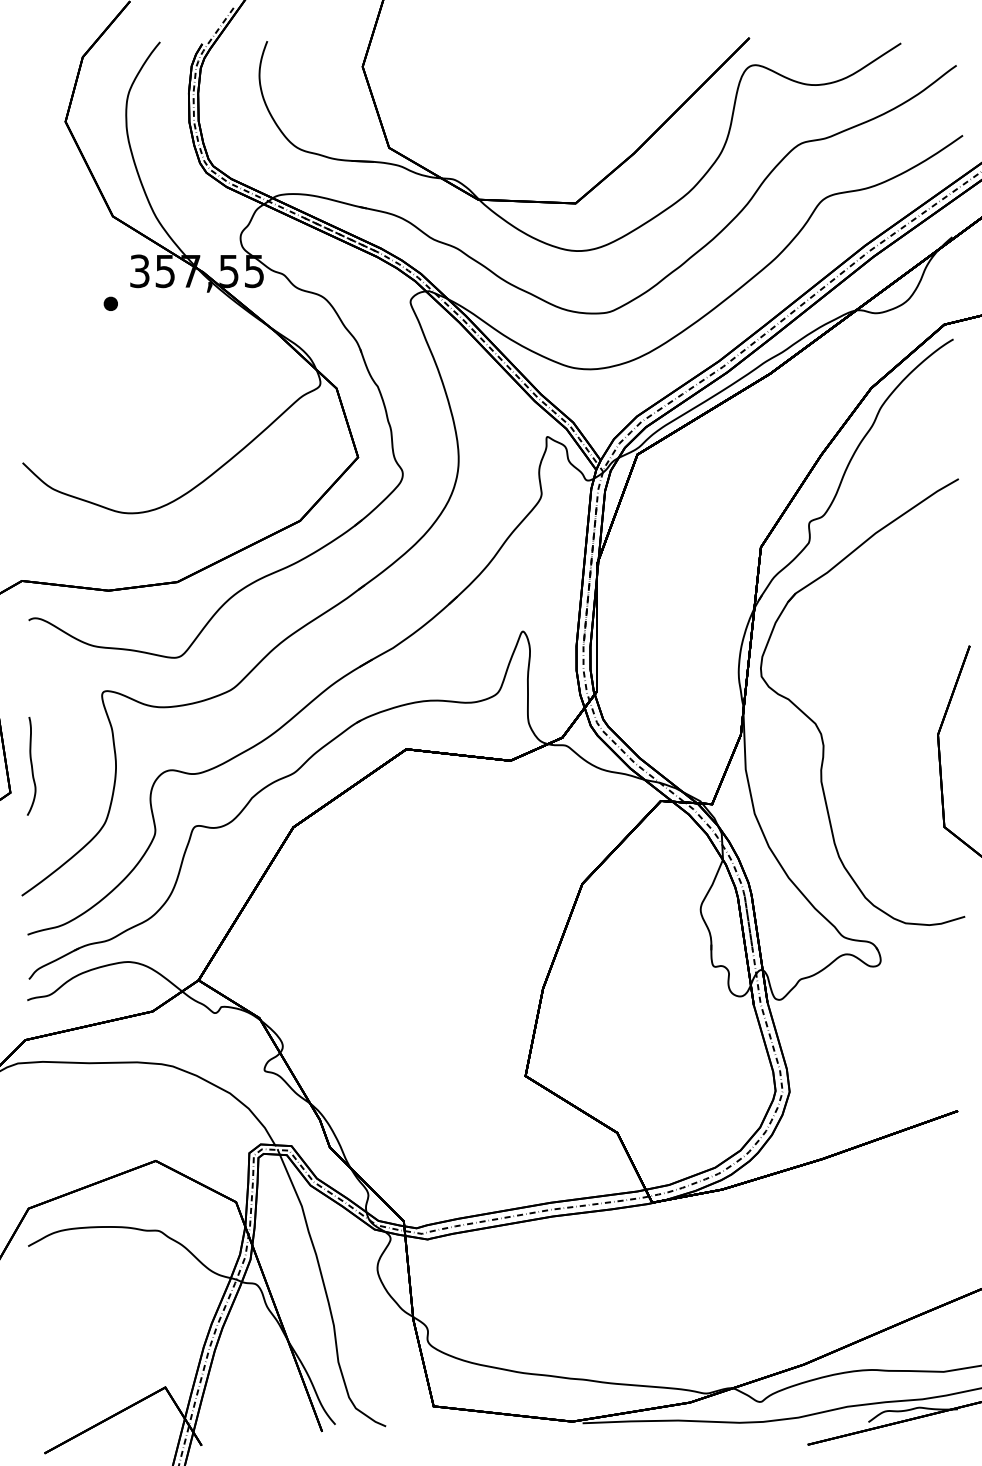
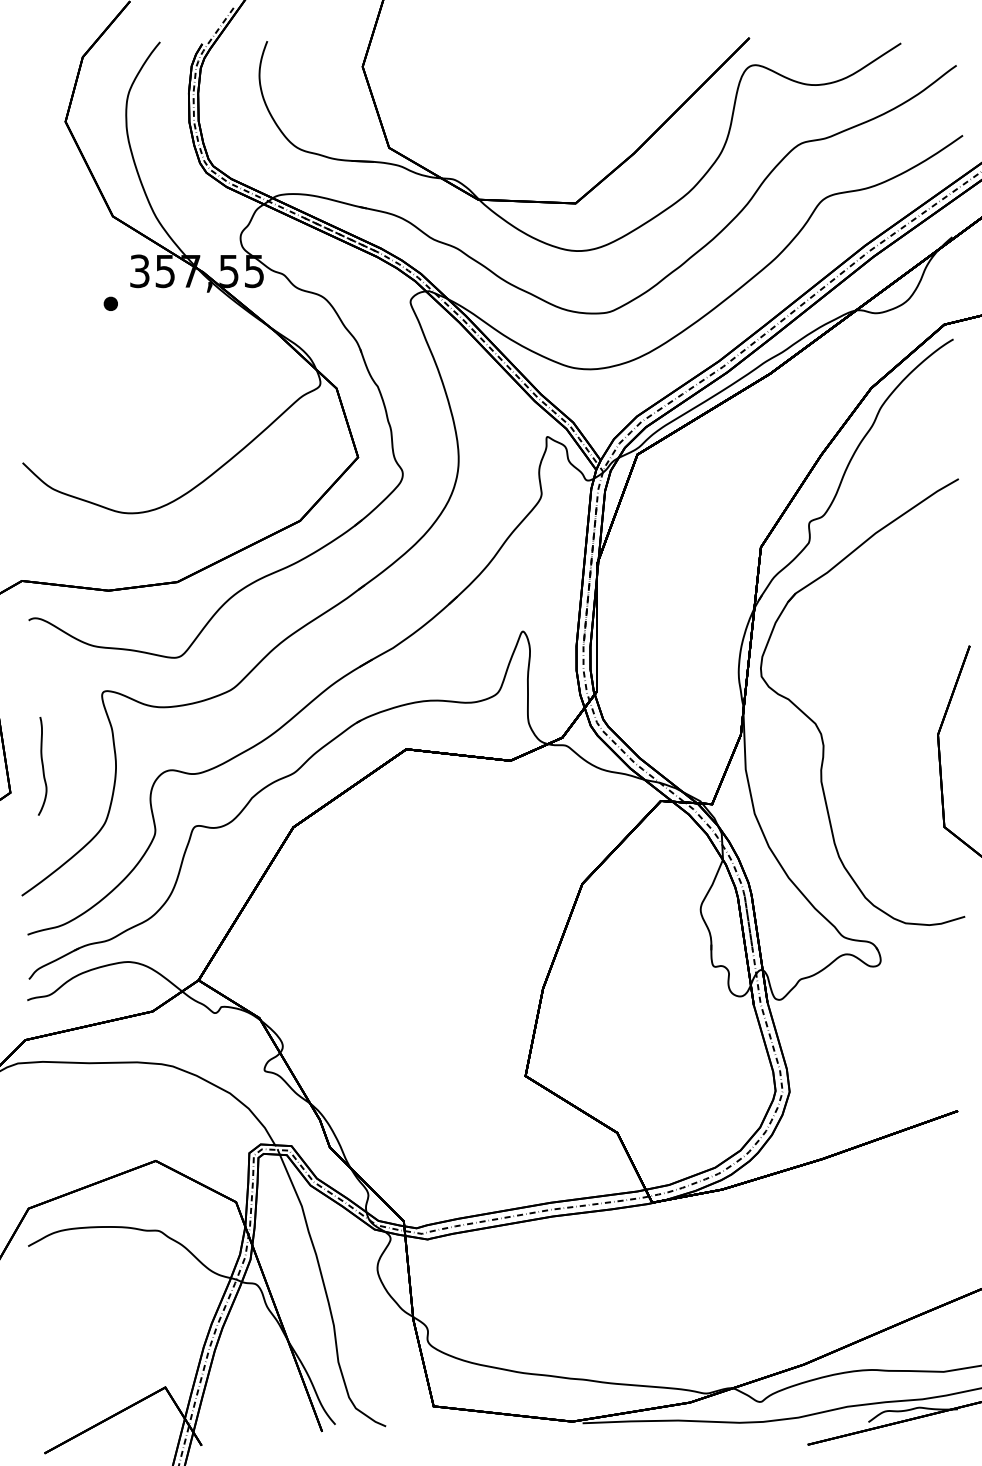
curve at (31, 766) position: (31, 766) -> (42, 766)
